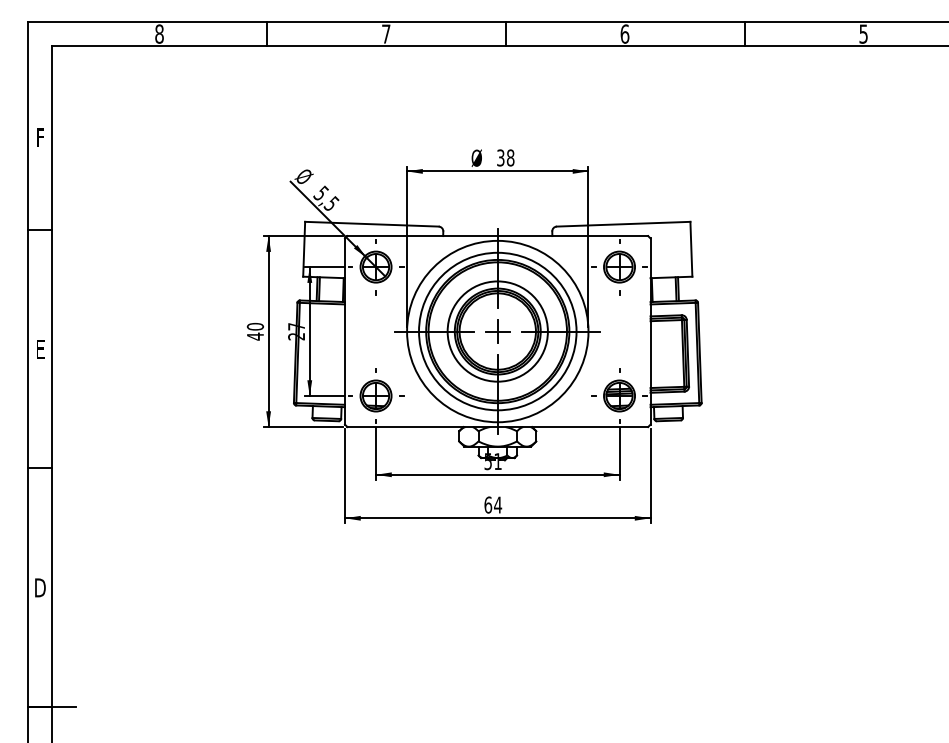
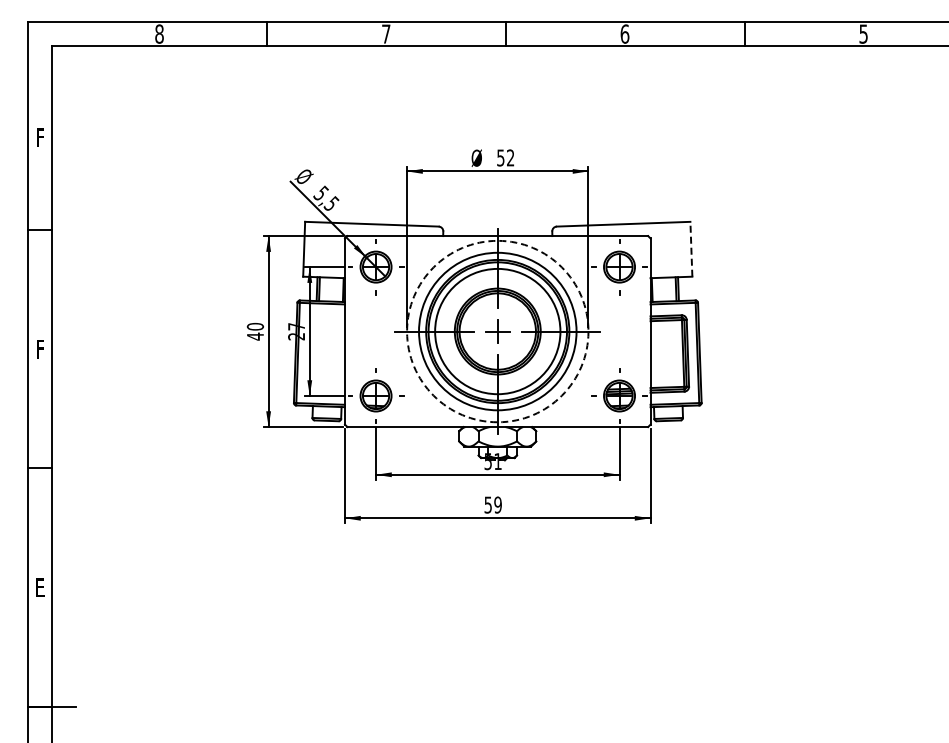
text at (505, 157): 38 -> 52
line at (691, 248): solid -> dashed
circle at (497, 331) diameter: 100 px -> 125 px
circle at (497, 331): solid -> dashed
text at (41, 349): E -> F
text at (493, 504): 64 -> 59
text at (40, 587): D -> E
